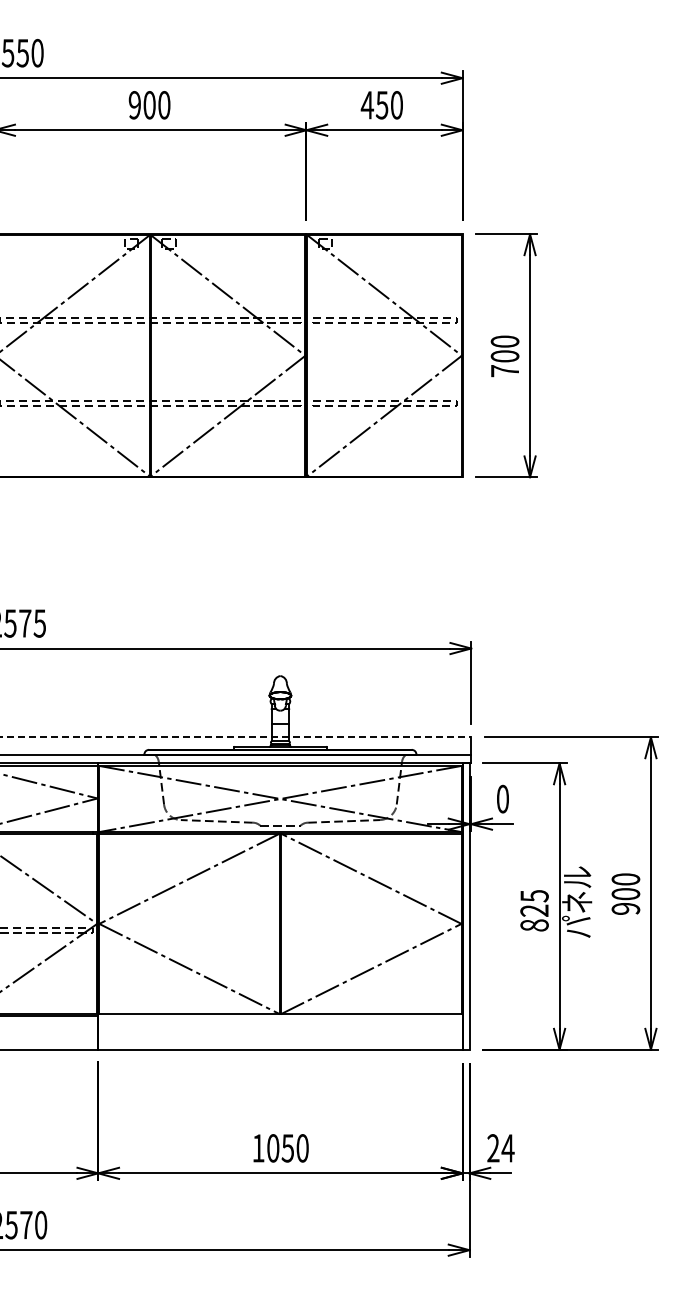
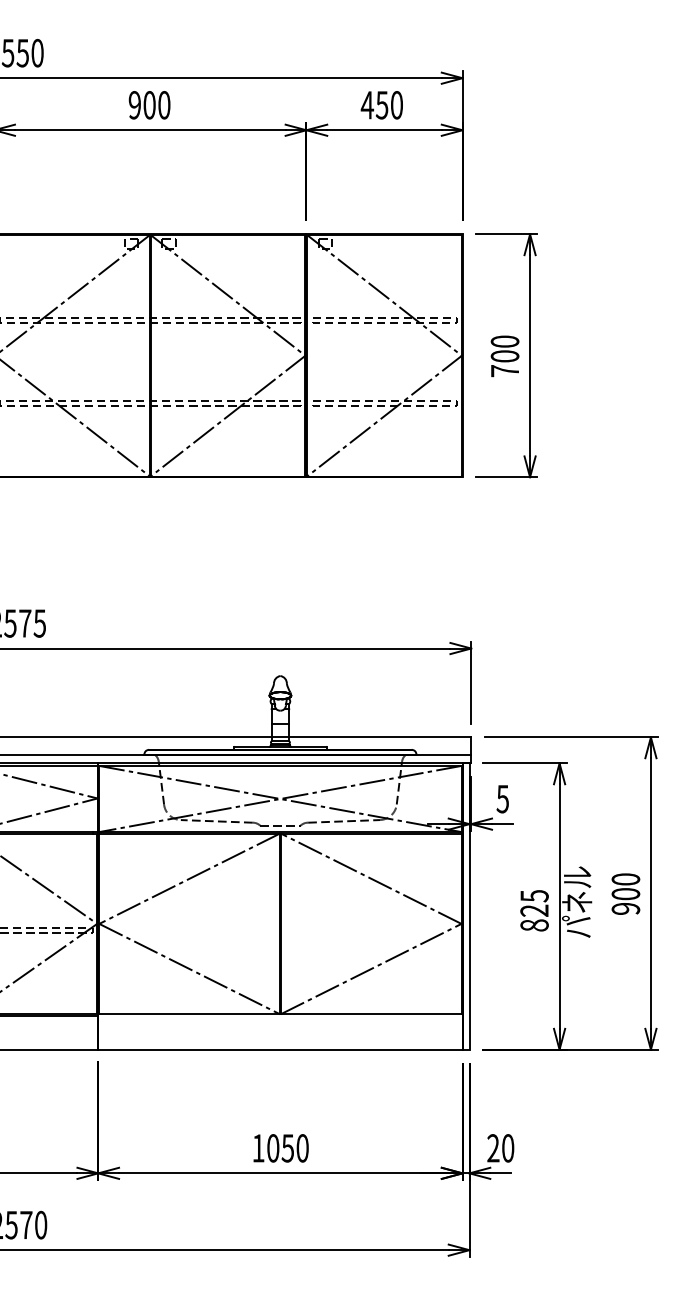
line at (236, 737): dashed -> solid
text at (502, 798): 0 -> 5
text at (507, 1148): 24 -> 20
